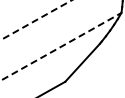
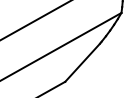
line at (36, 20): dashed -> solid
line at (61, 46): dashed -> solid
